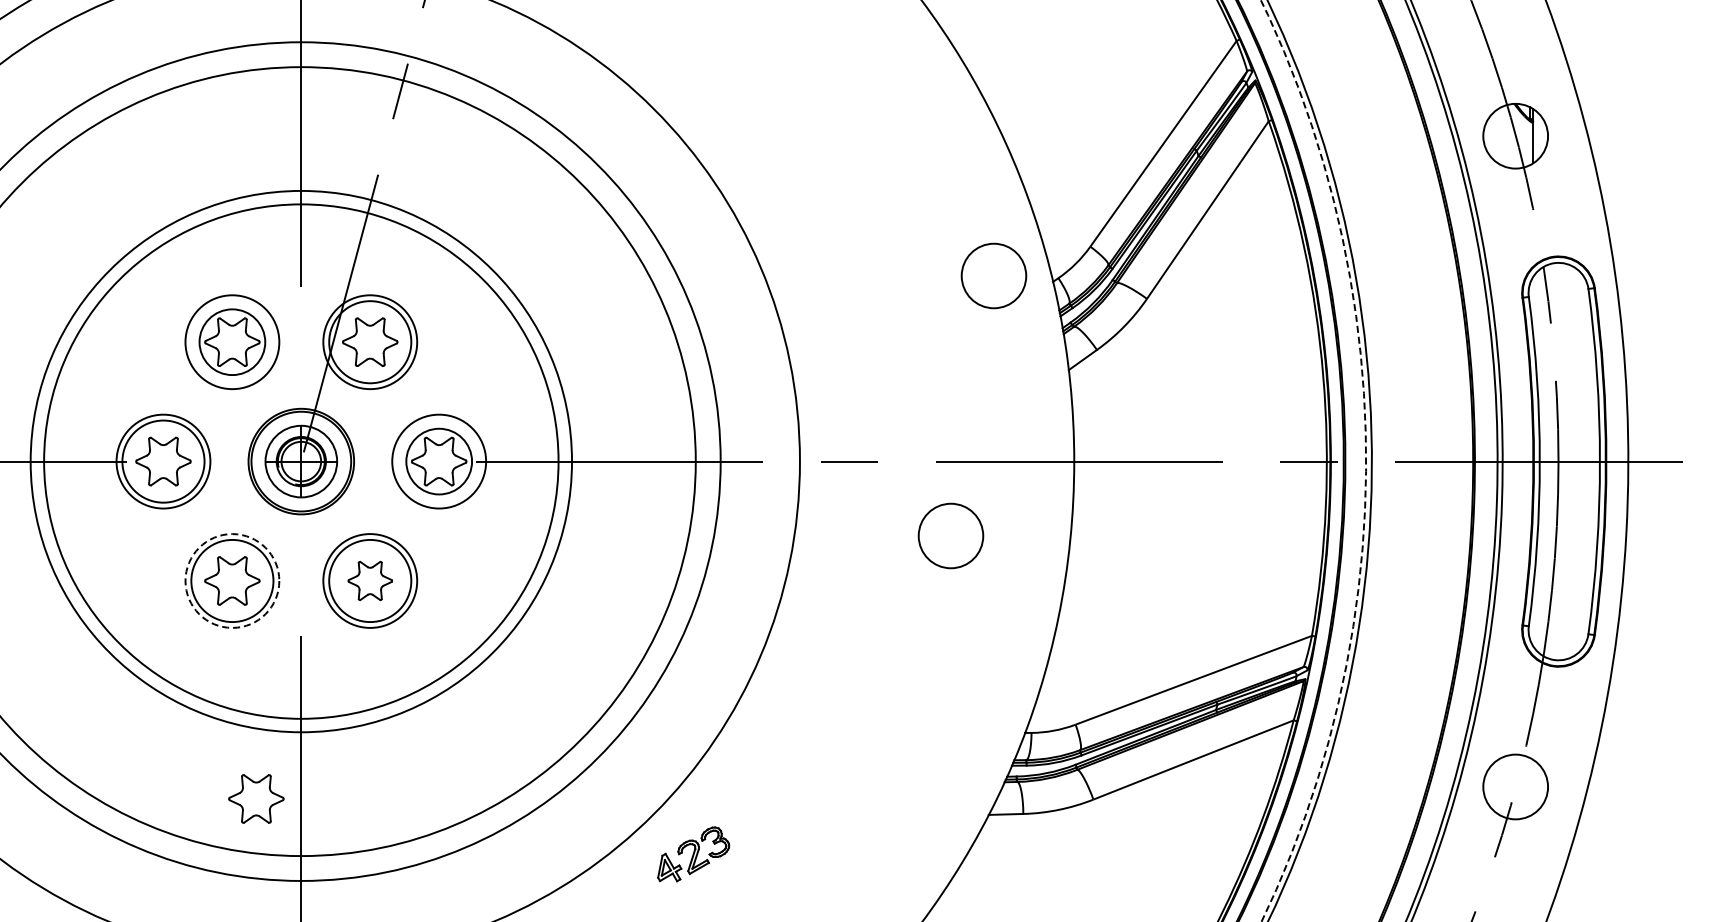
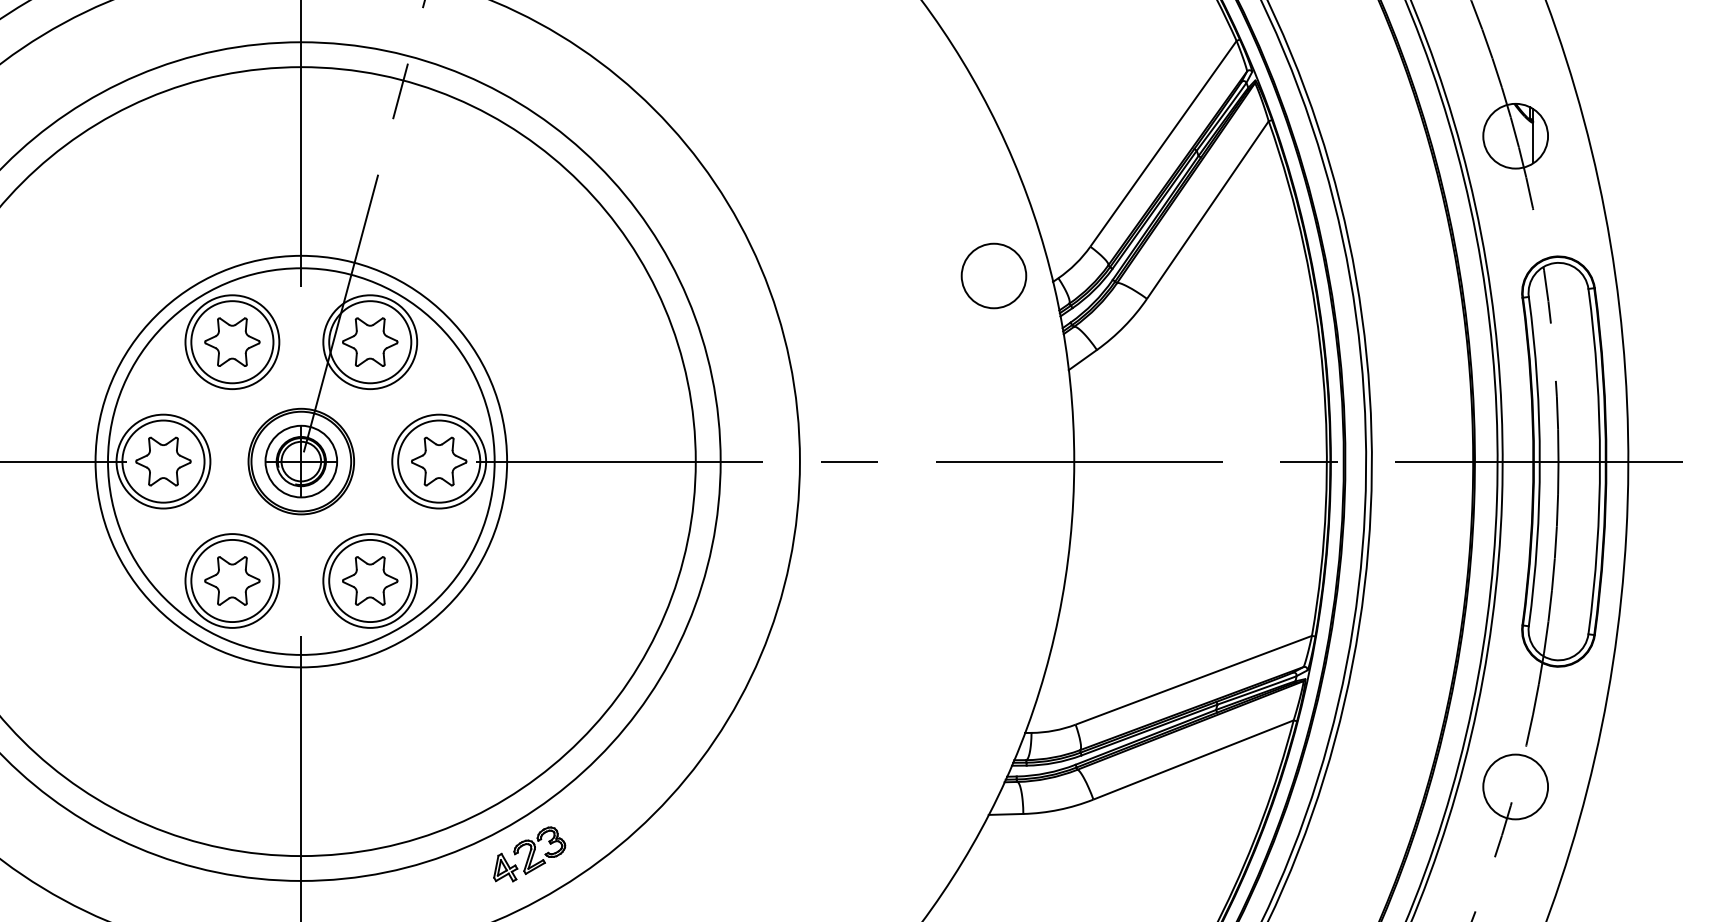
circle at (232, 342) diameter: 66 px -> 82 px
arc at (1366, 460): dashed -> solid
circle at (301, 461) diameter: 514 px -> 412 px
circle at (301, 461) diameter: 541 px -> 387 px
circle at (439, 461) diameter: 66 px -> 82 px
circle at (950, 535): present -> none
circle at (232, 580): dashed -> solid
part at (369, 580) size: 46x42 px -> 57x50 px
part at (256, 798): present -> none
part at (693, 854) position: (693, 854) -> (529, 854)
